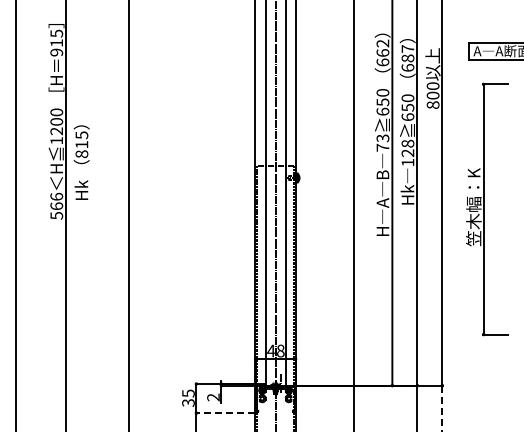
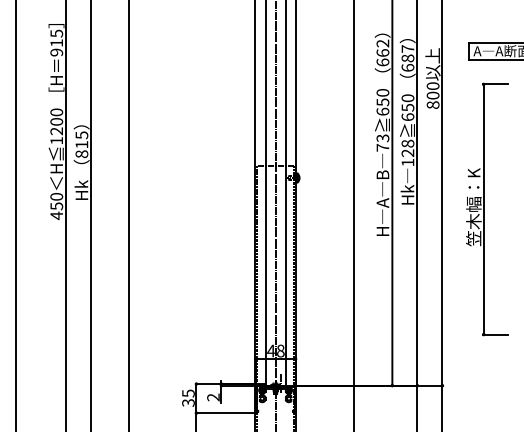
text at (56, 205): 566 -> 450
line at (91, 215): none -> present
line at (442, 408): dashed -> solid
line at (225, 413): dashed -> solid
